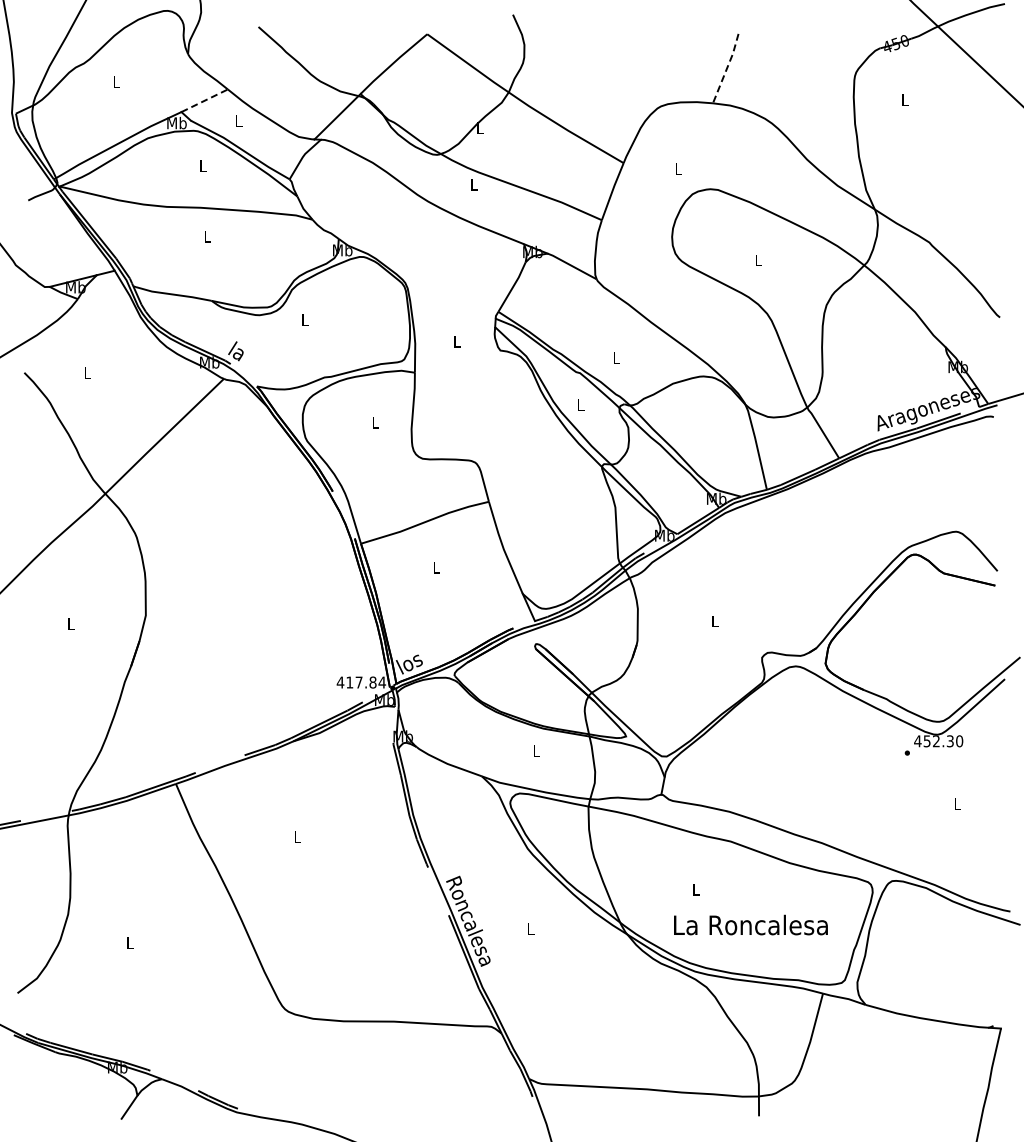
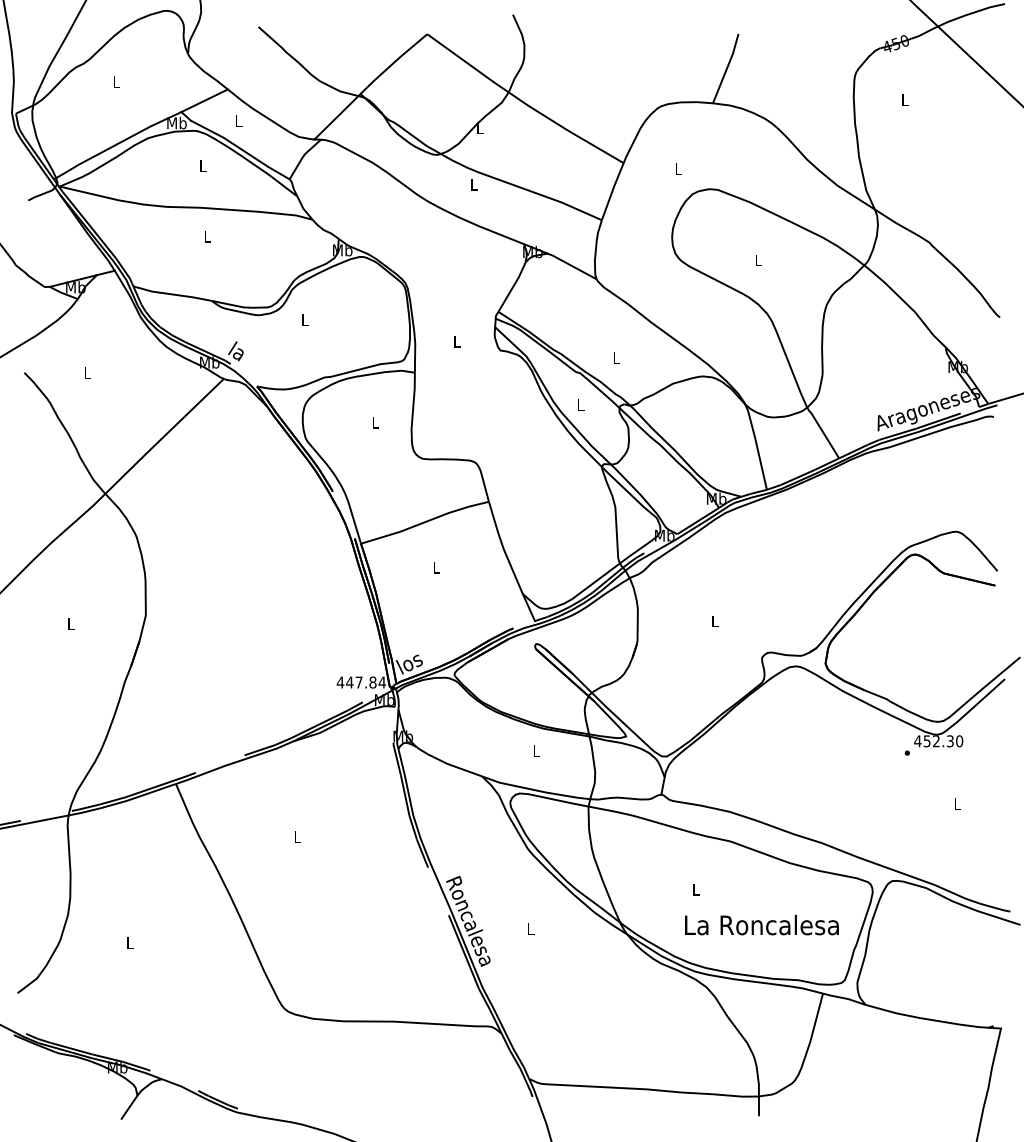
line at (727, 68): dashed -> solid
line at (204, 100): dashed -> solid
text at (349, 682): 417.84 -> 447.84
text at (750, 924) position: (750, 924) -> (761, 924)
